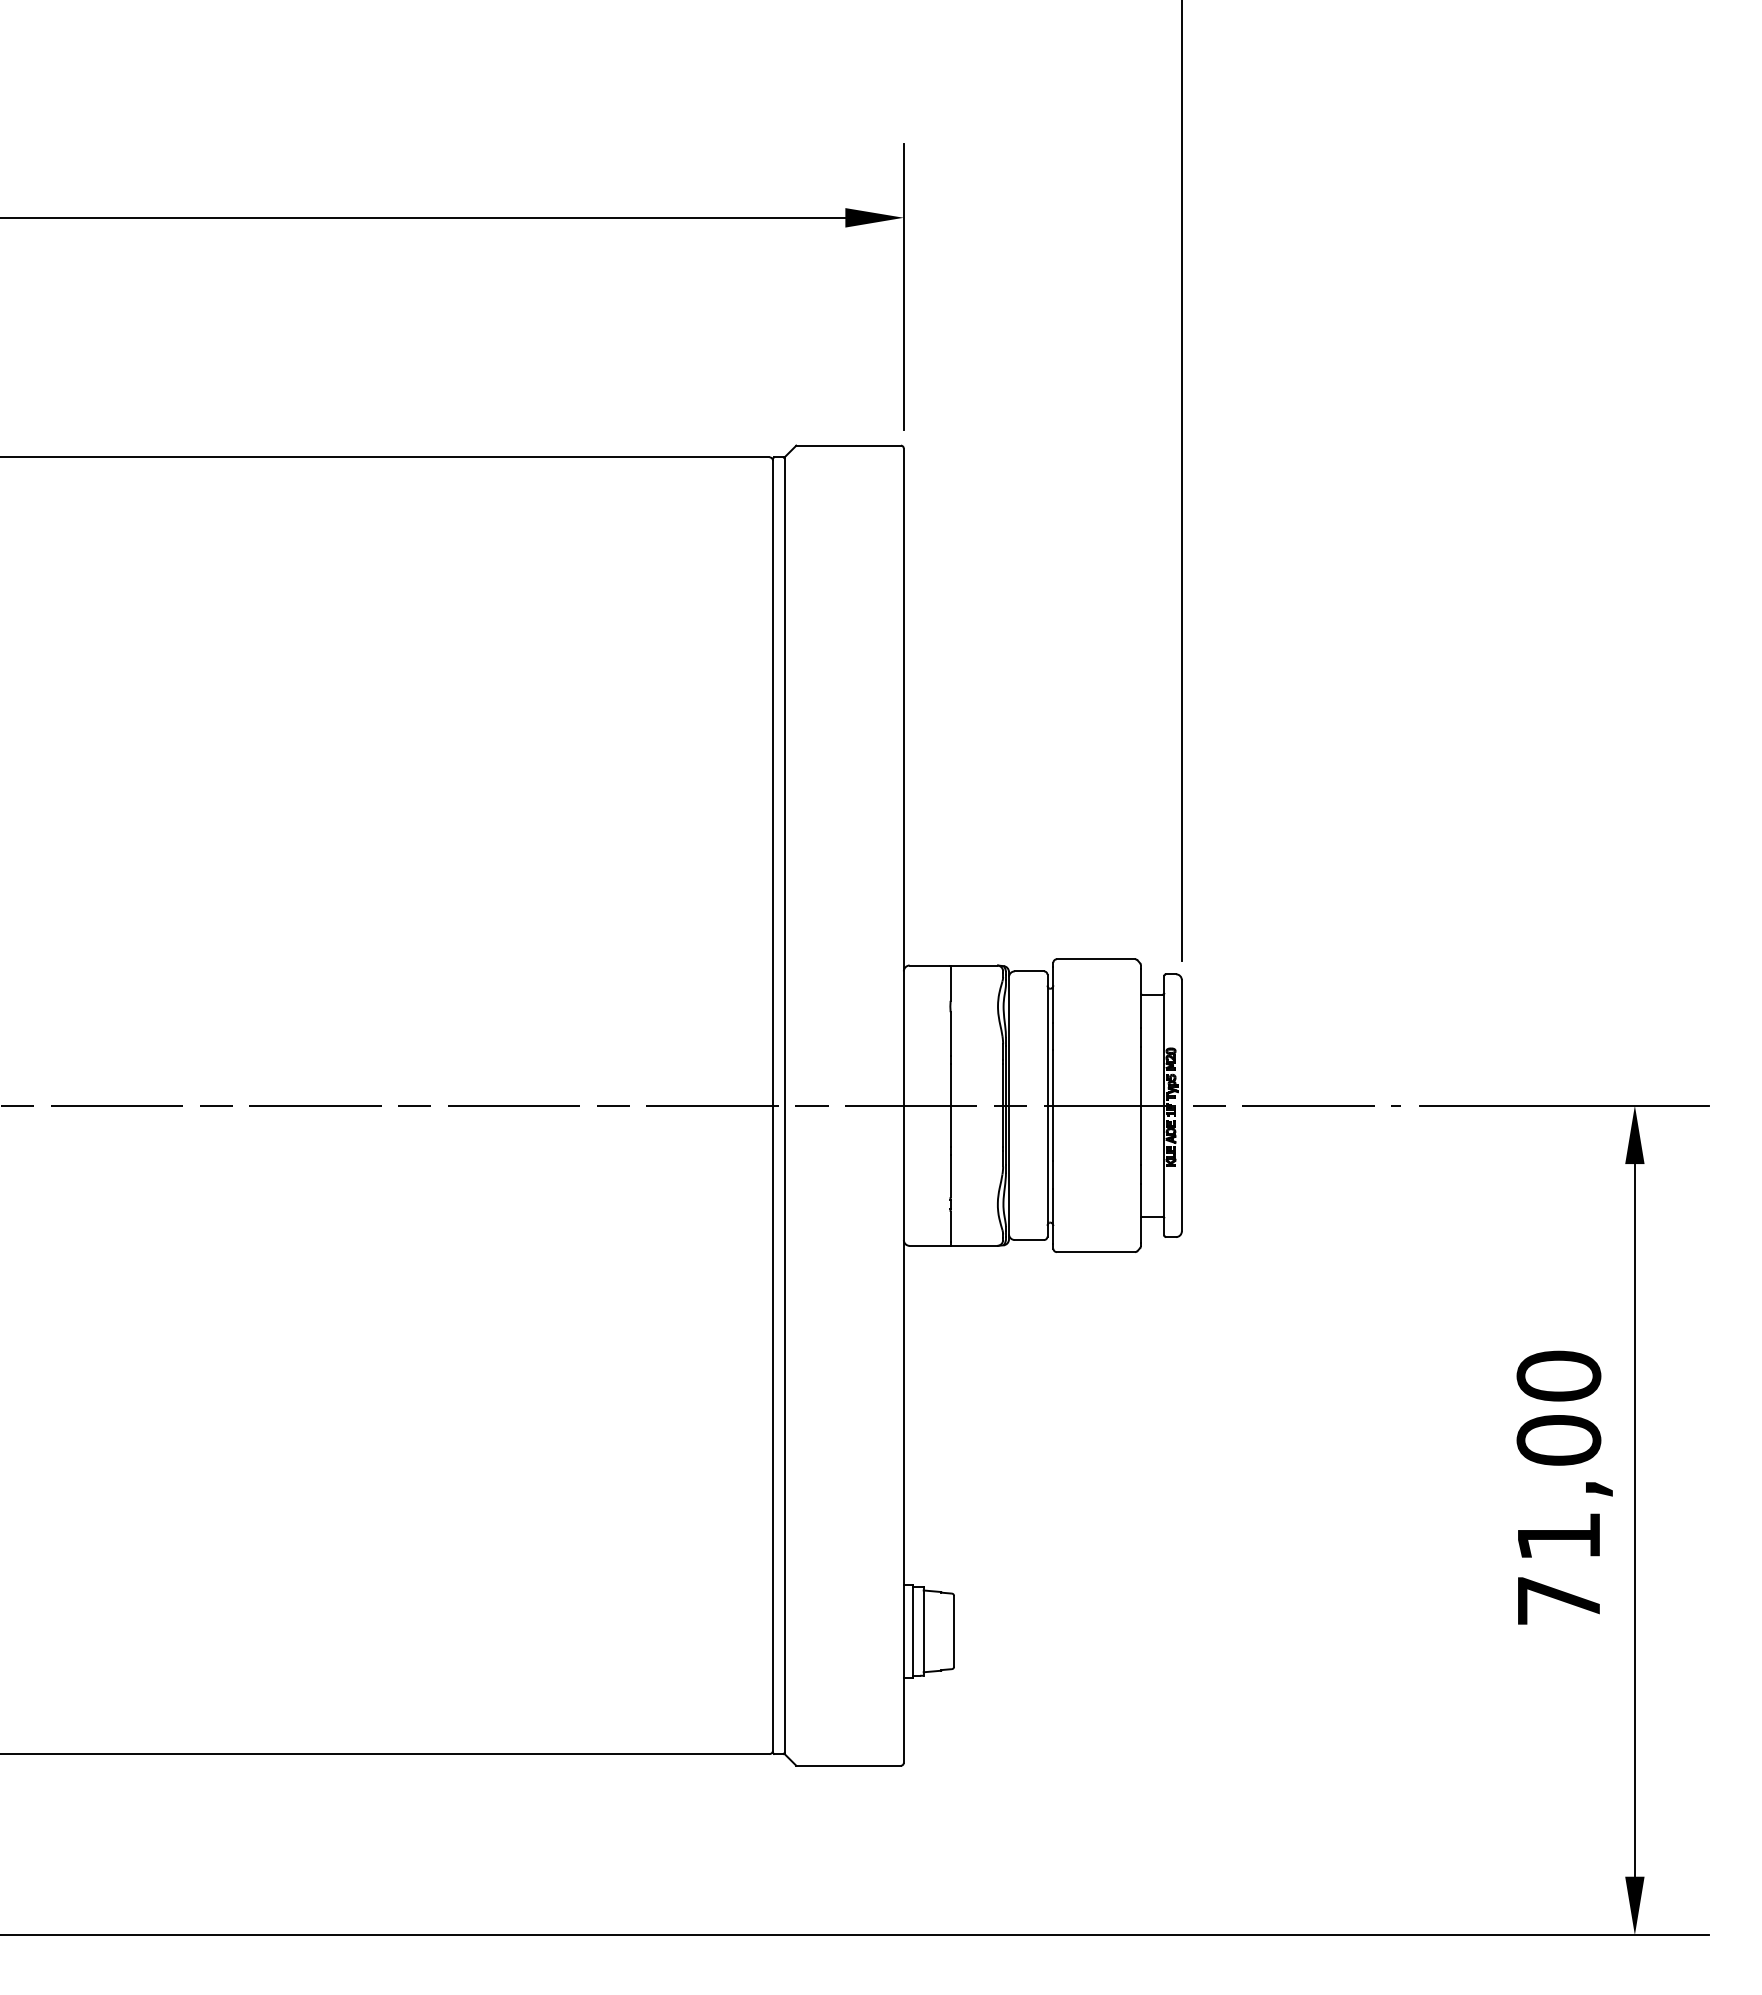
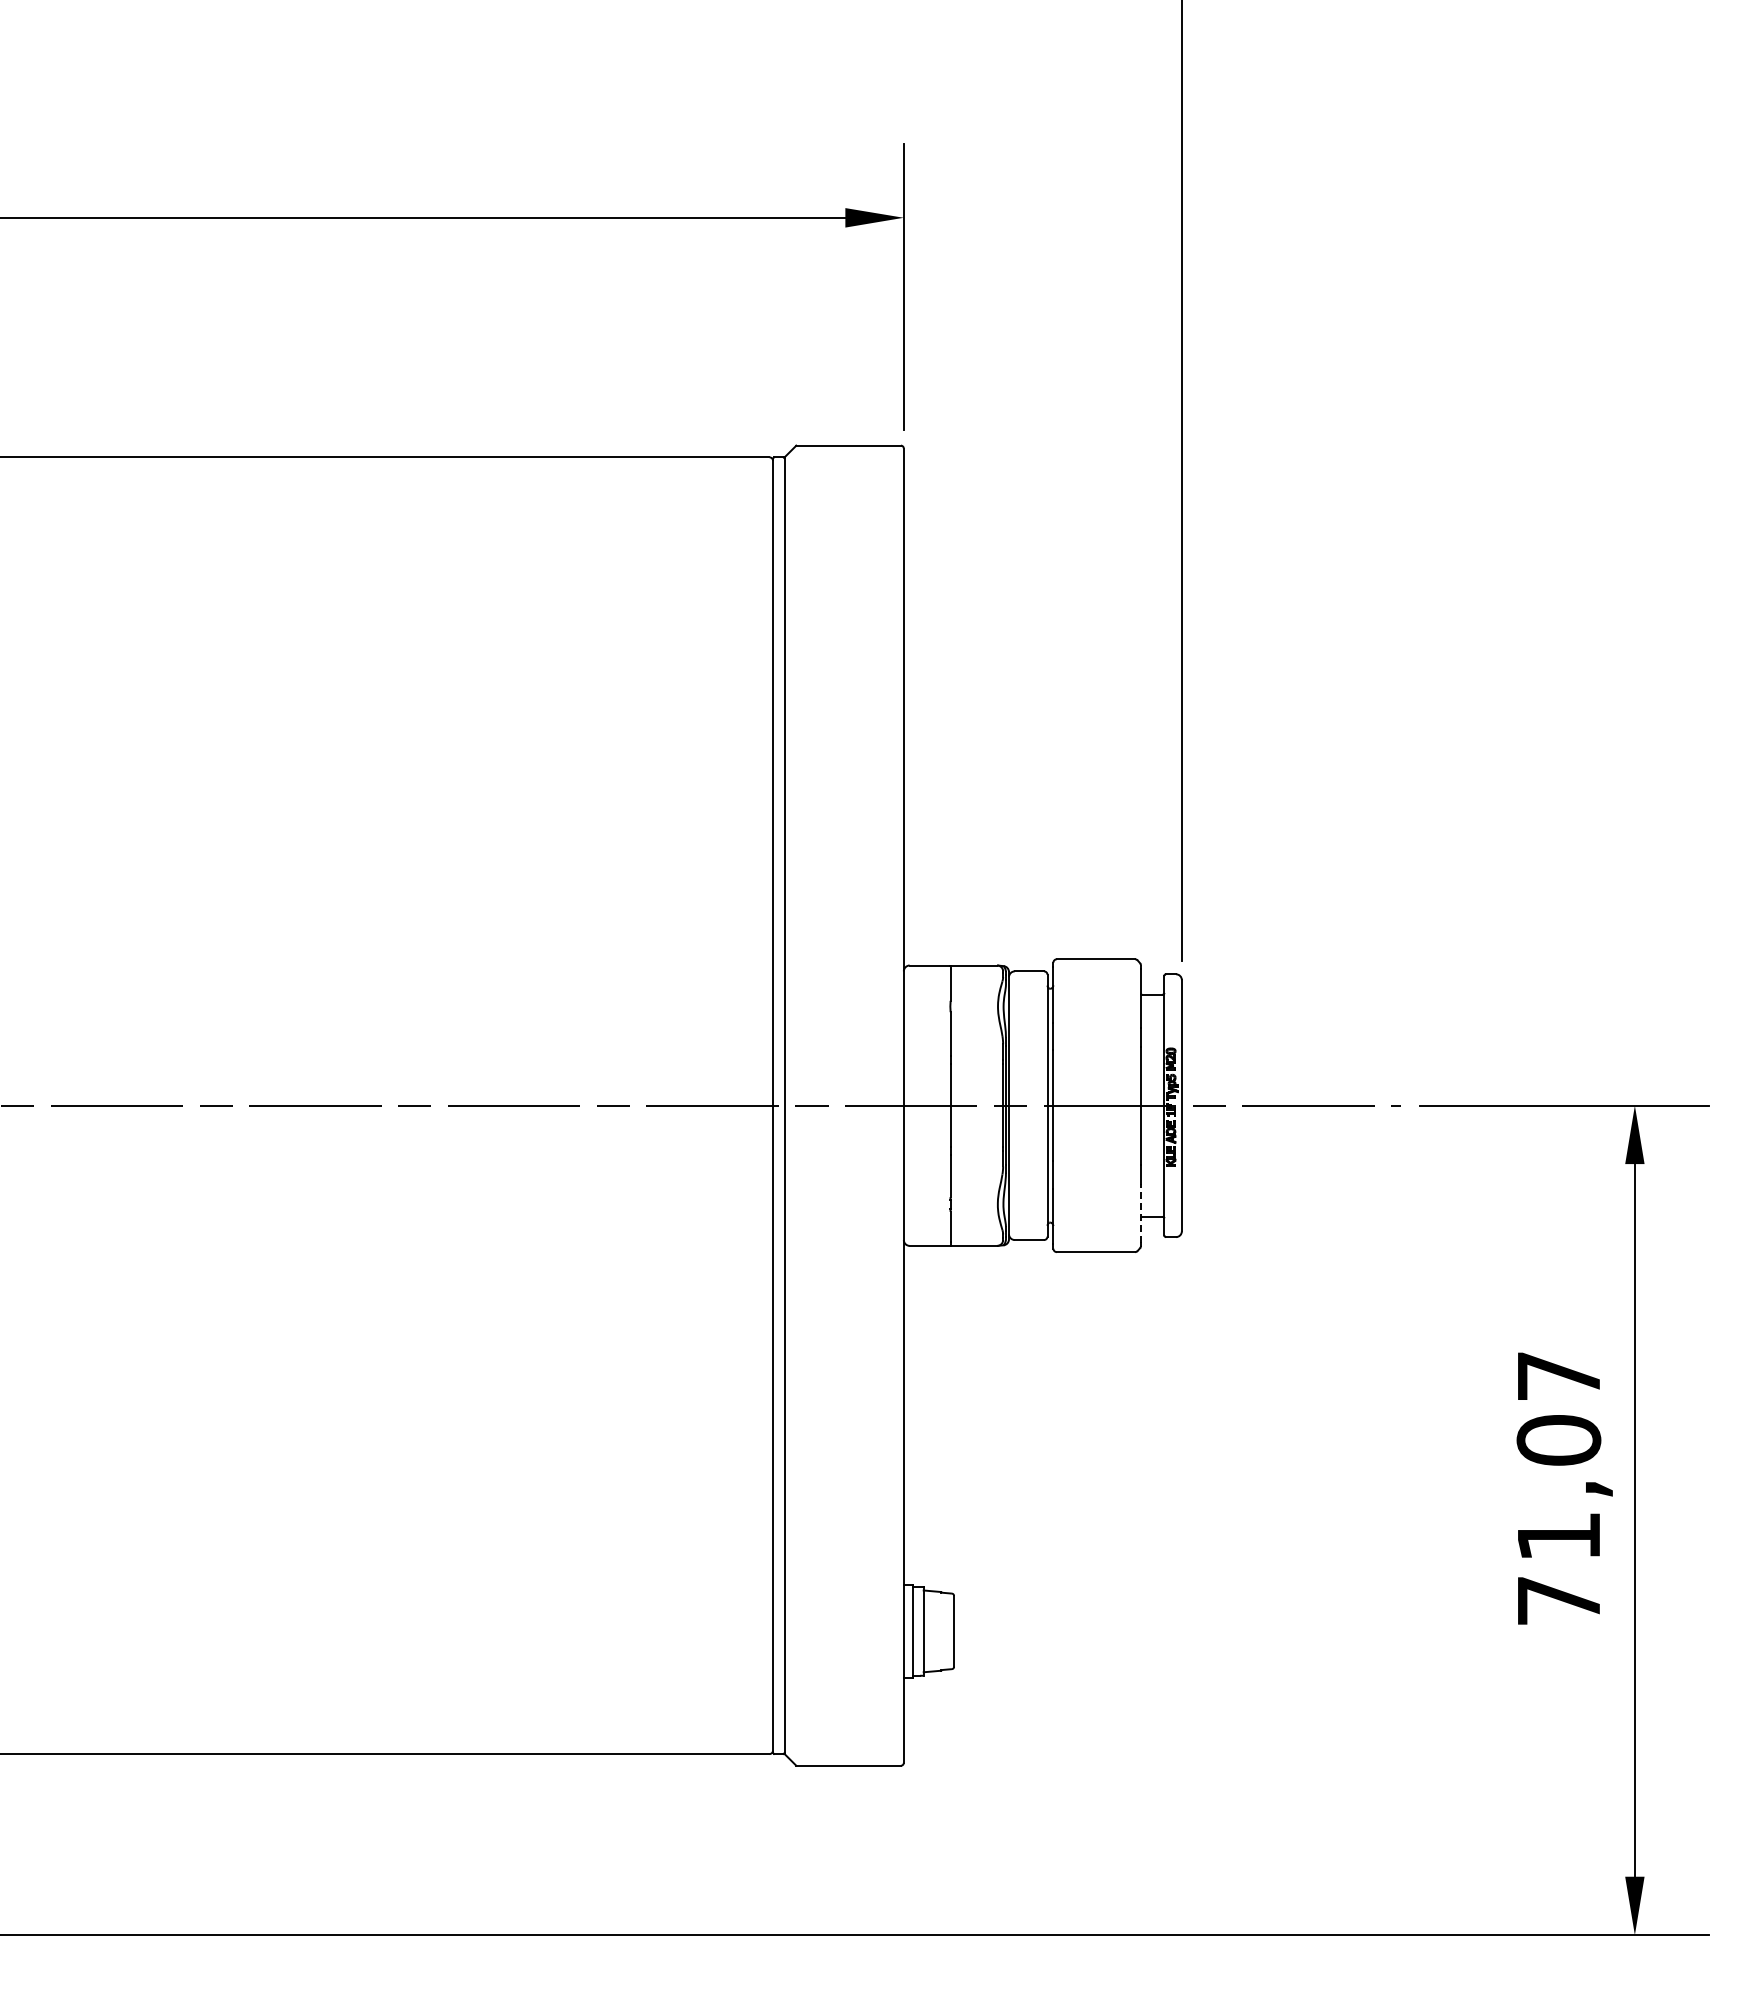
line at (1141, 1212): solid -> dashed
text at (1558, 1375): 71,00 -> 71,07
